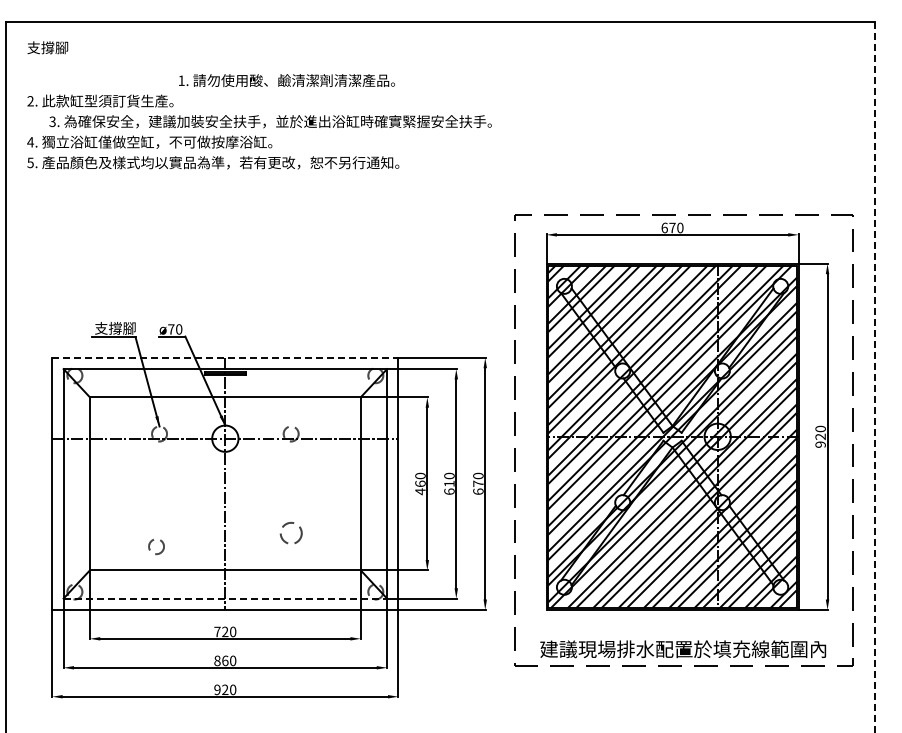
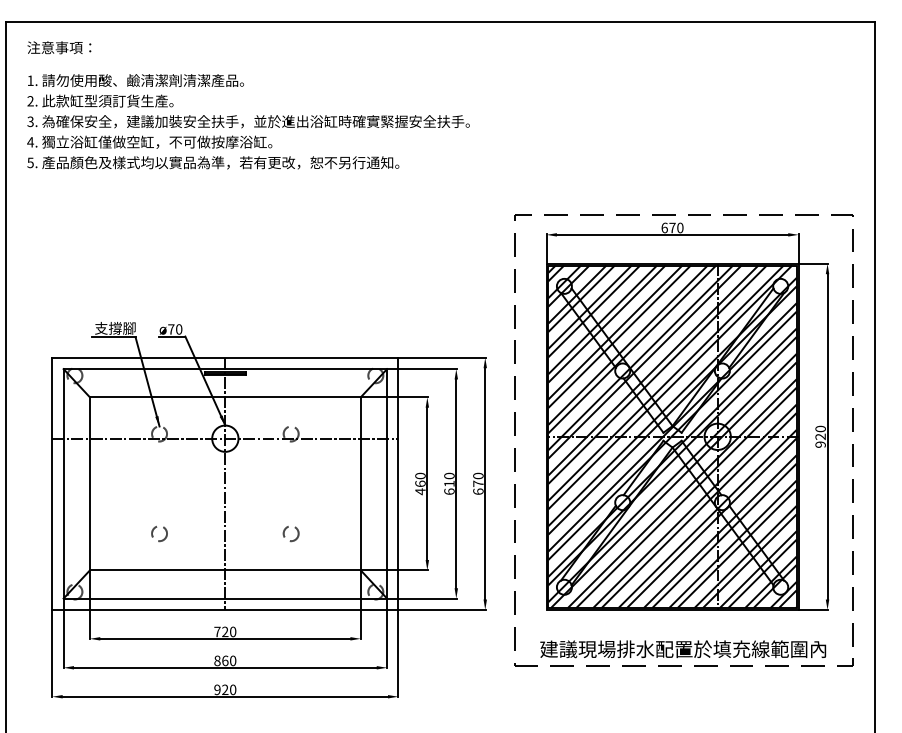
text at (59, 47): 支撐腳 -> 注意事項：
text at (286, 80) position: (286, 80) -> (135, 80)
text at (270, 121) position: (270, 121) -> (248, 121)
line at (225, 357): dashed -> solid
line at (874, 378): dashed -> solid
circle at (290, 533) size: 24x23 px -> 18x17 px
circle at (156, 547) position: (156, 547) -> (159, 534)
line at (225, 598): dashed -> solid
